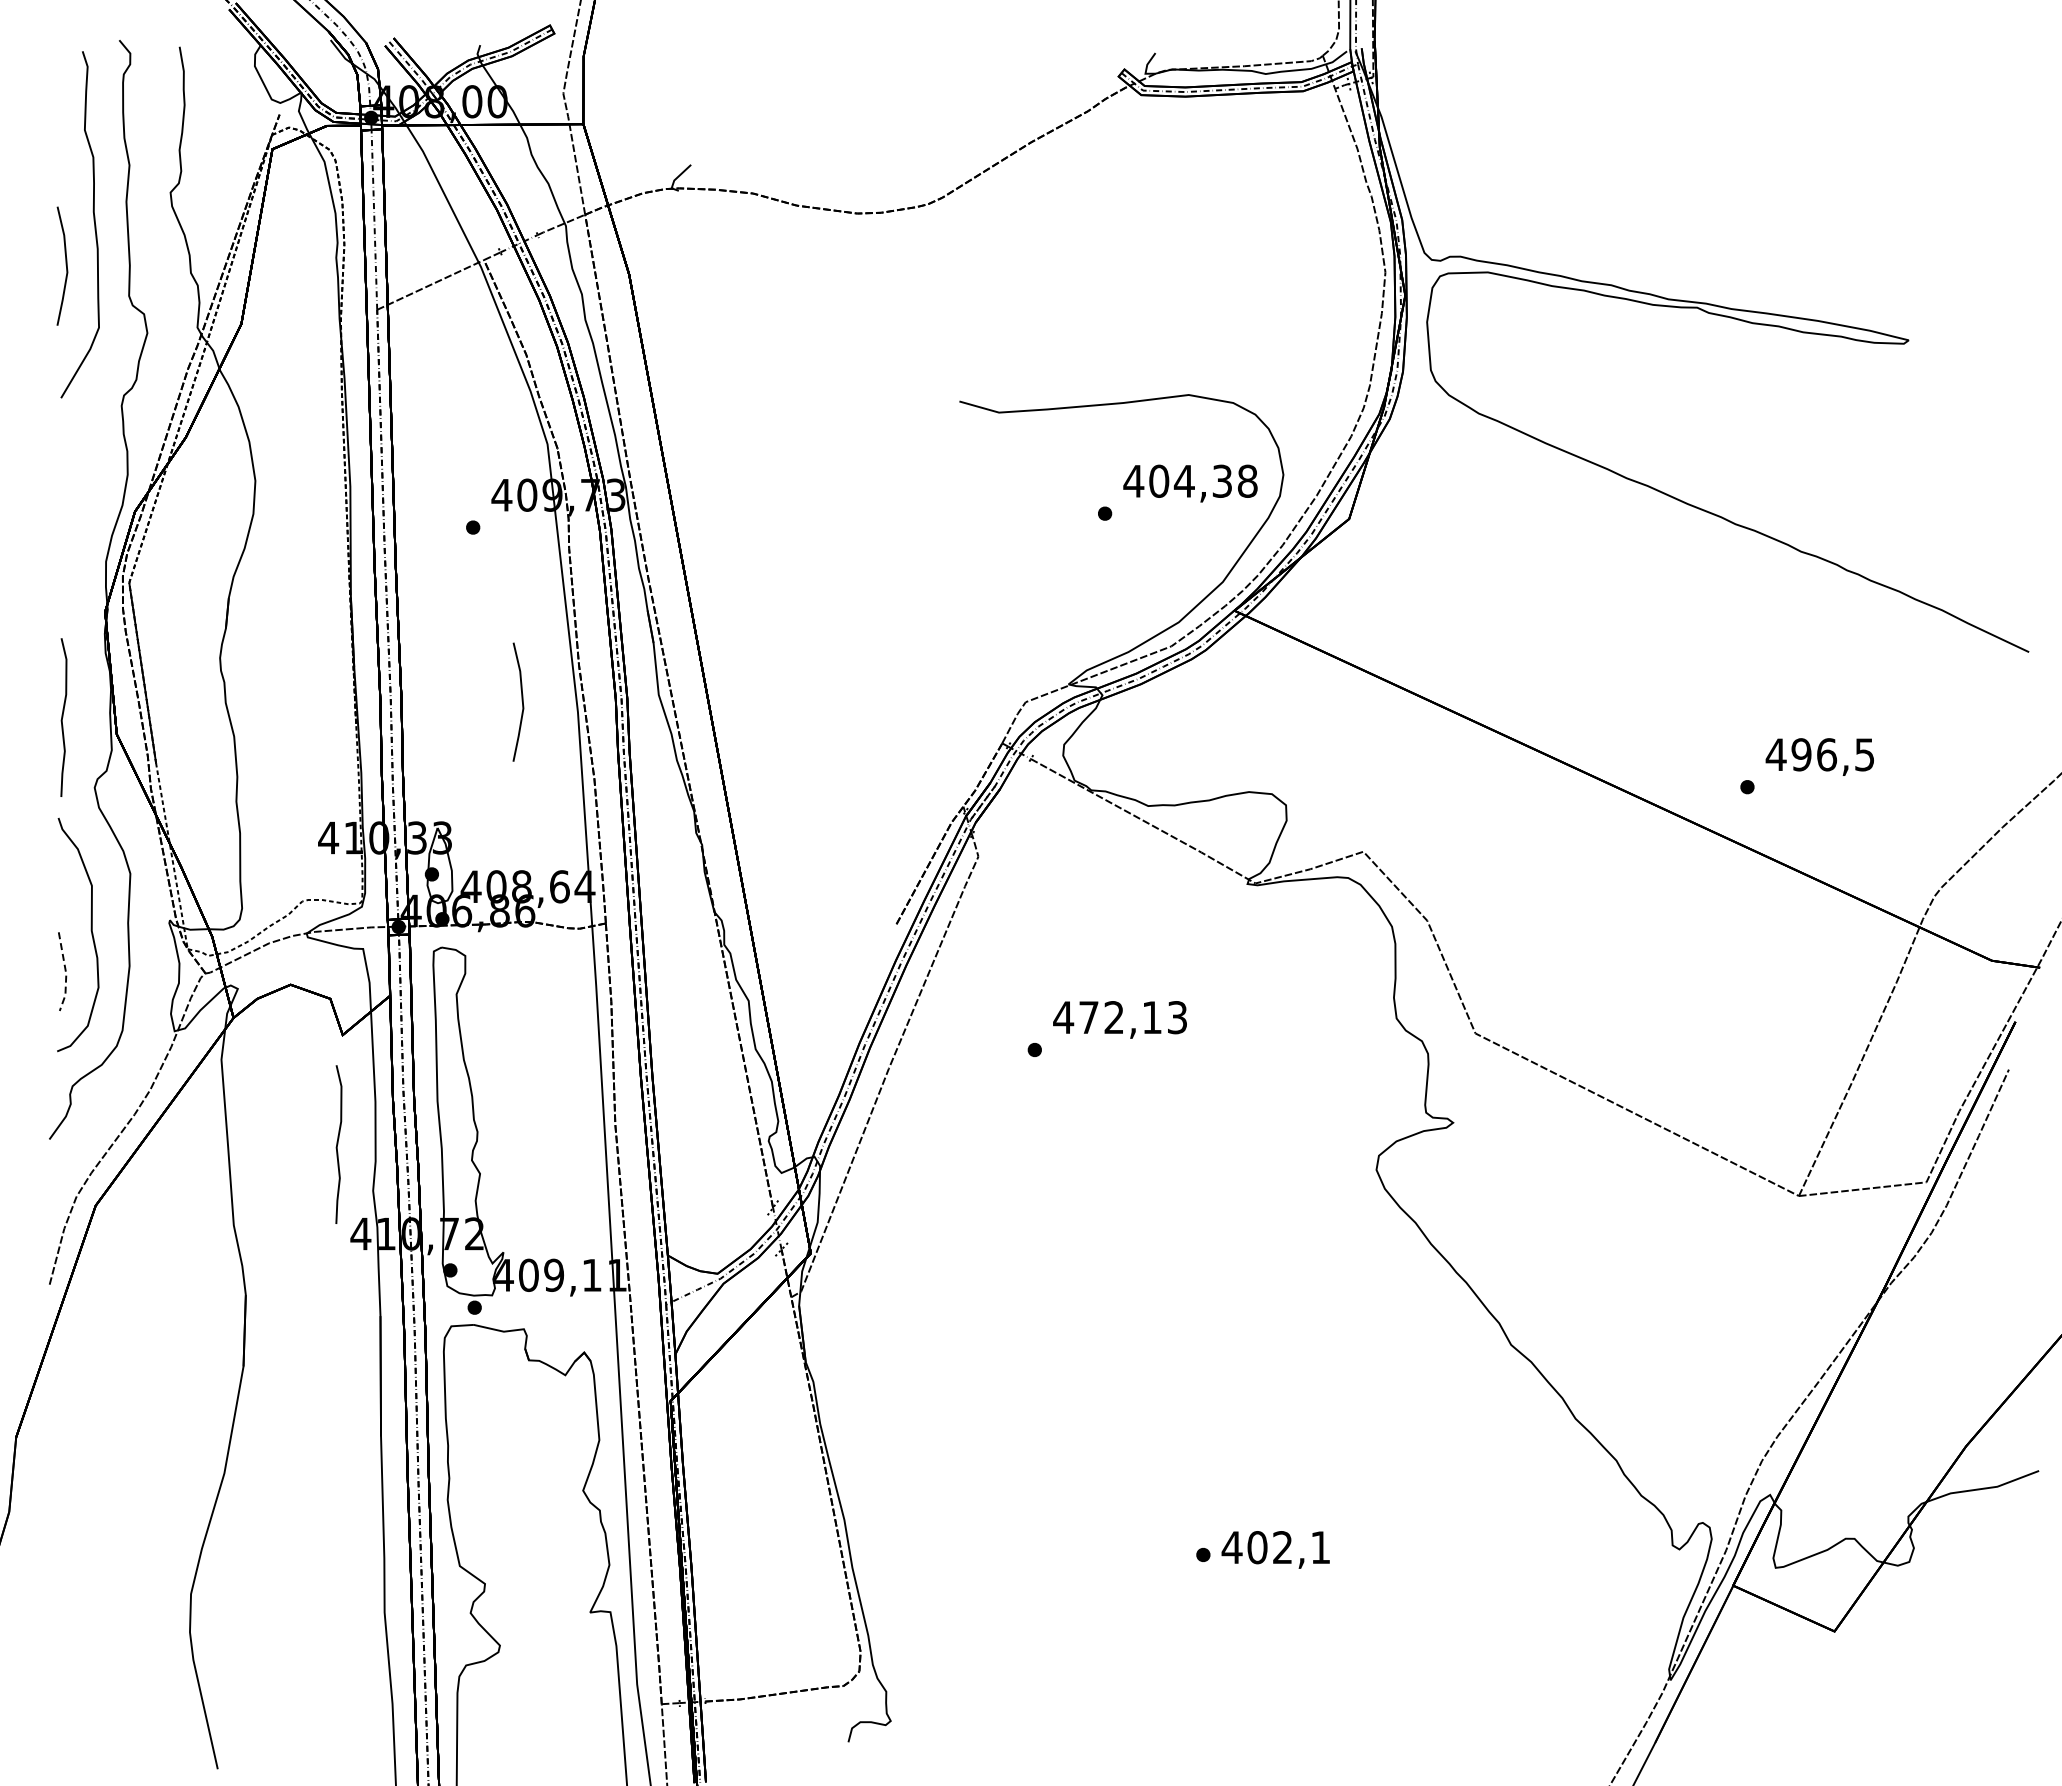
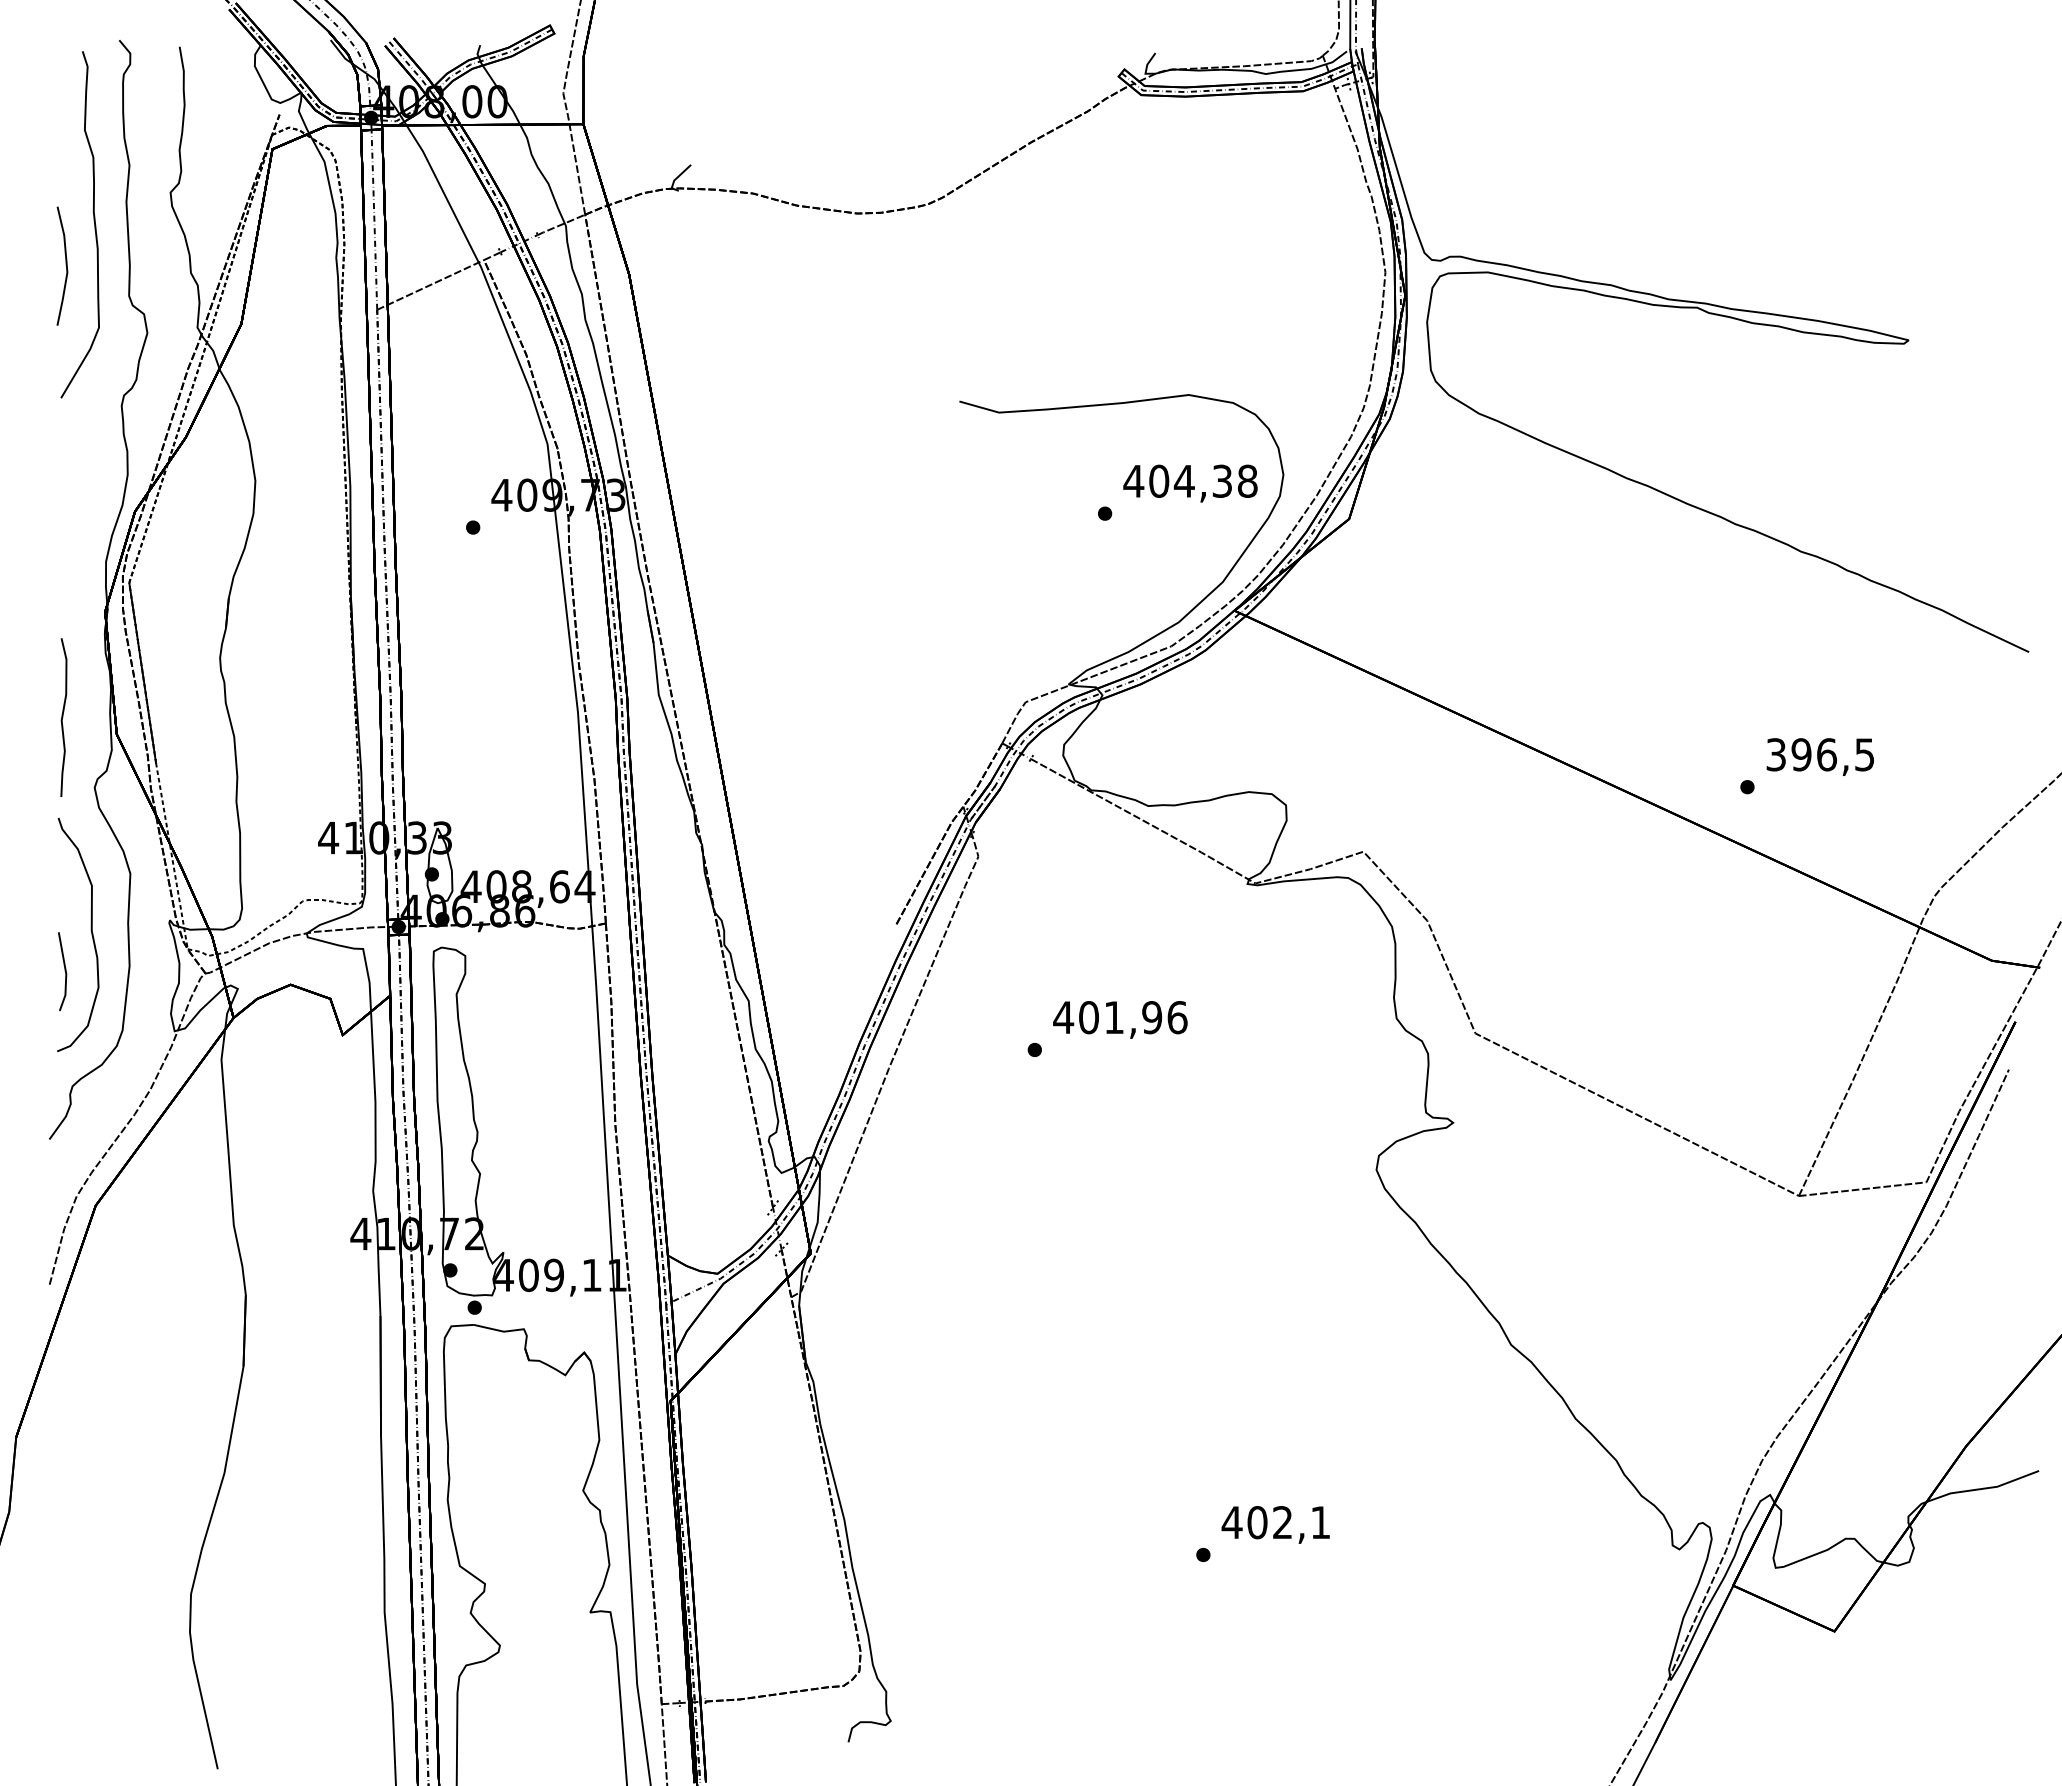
line at (521, 701): present -> none
text at (1775, 754): 496,5 -> 396,5
line at (66, 973): dashed -> solid
text at (1133, 1017): 472,13 -> 401,96
curve at (338, 1144): present -> none
text at (1275, 1549) position: (1275, 1549) -> (1275, 1524)
